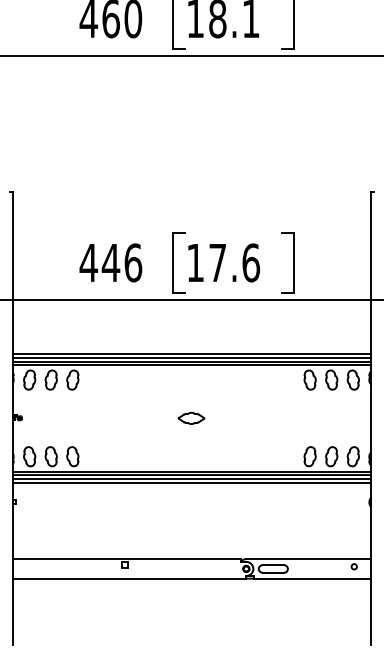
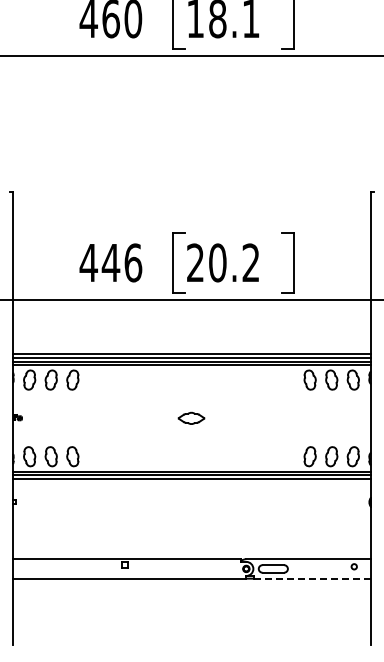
text at (223, 262): 17.6 -> 20.2
line at (191, 482): present -> none
line at (312, 578): solid -> dashed
